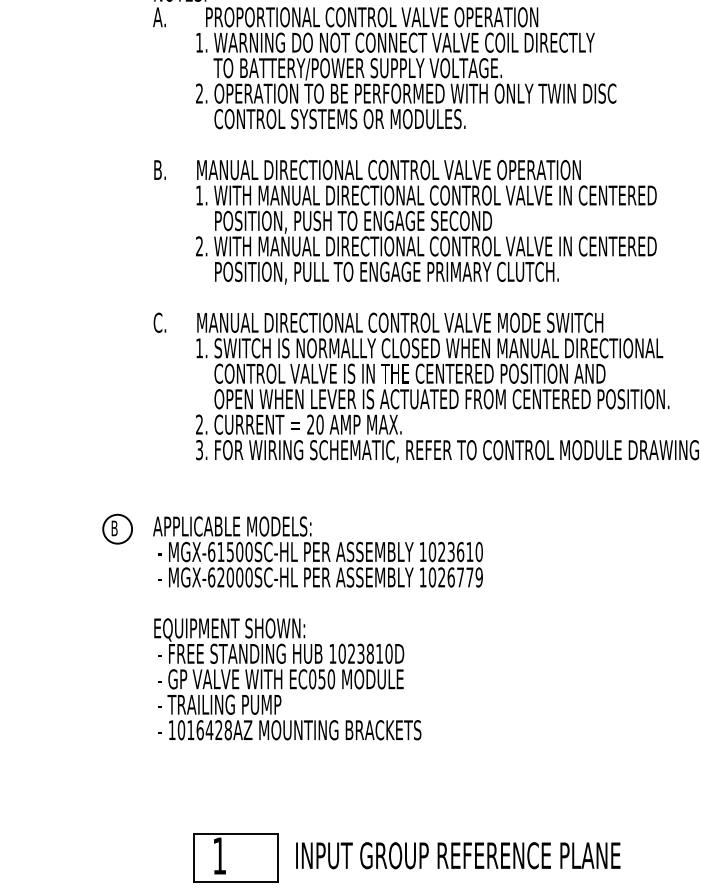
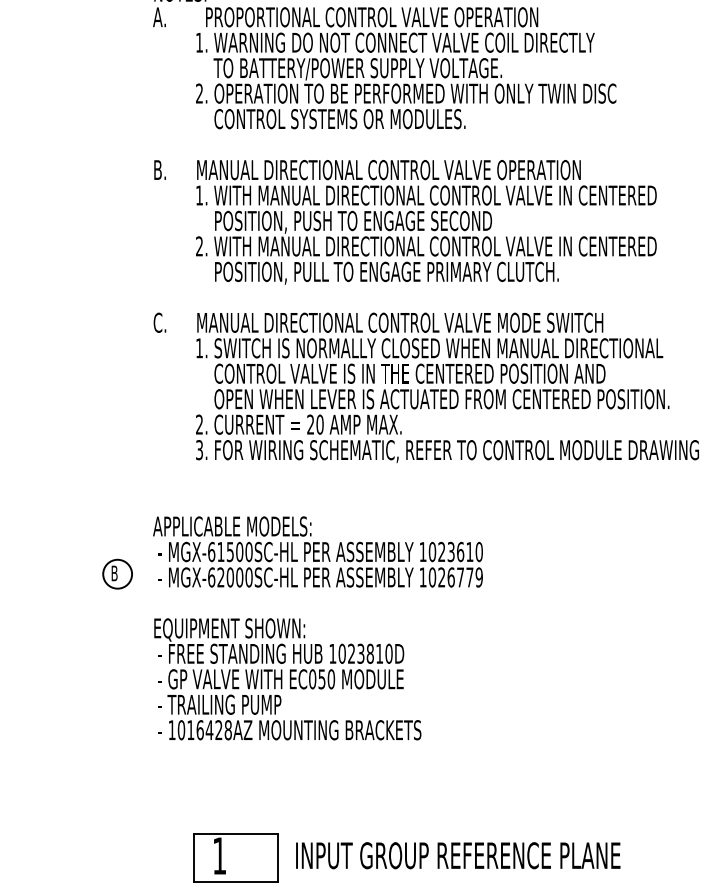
part at (117, 528) position: (117, 528) -> (117, 573)
